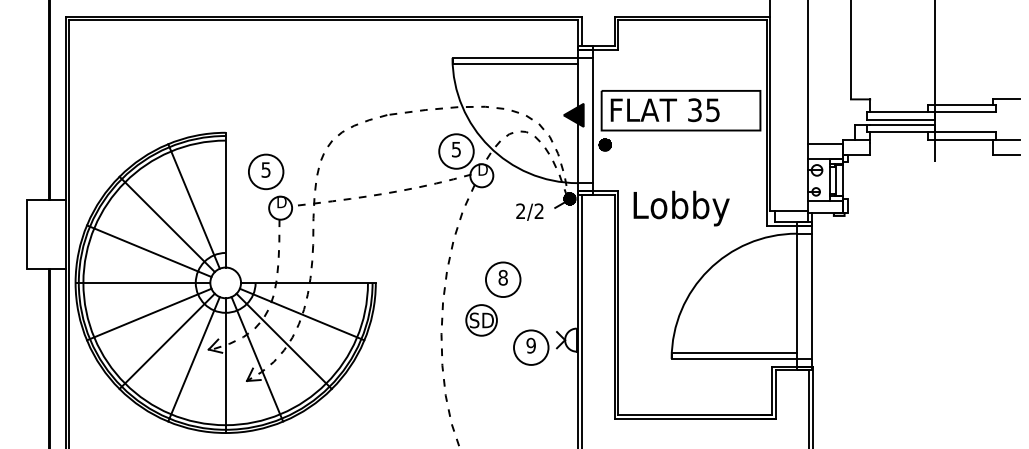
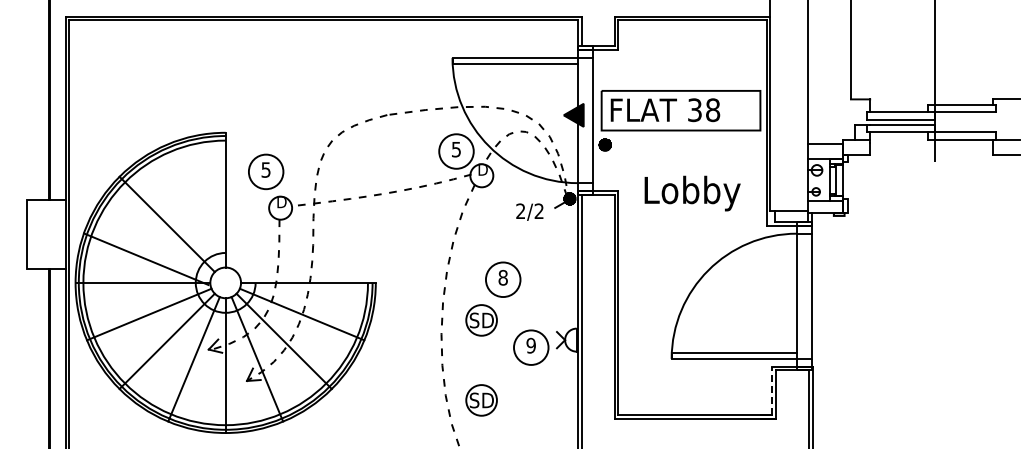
text at (713, 110): 35 -> 38
line at (193, 206): present -> none
text at (681, 208) position: (681, 208) -> (692, 193)
line at (149, 251) position: (149, 251) -> (146, 259)
line at (771, 390): solid -> dashed
part at (481, 400): none -> present
